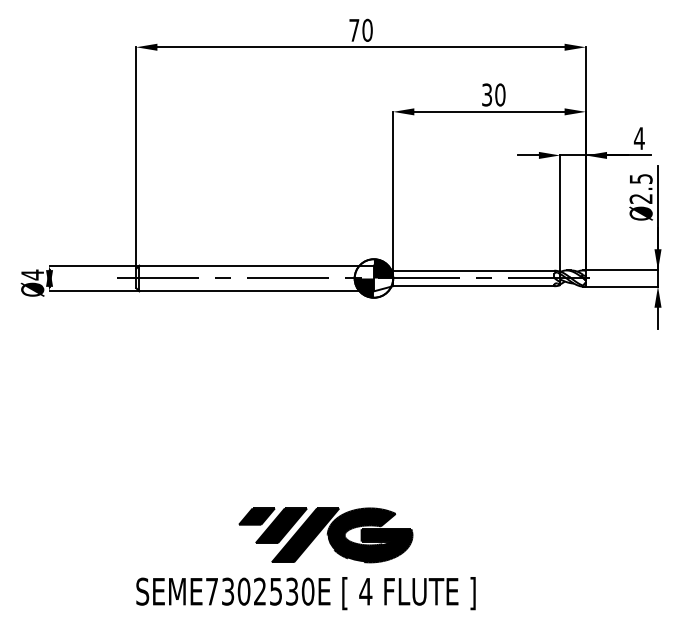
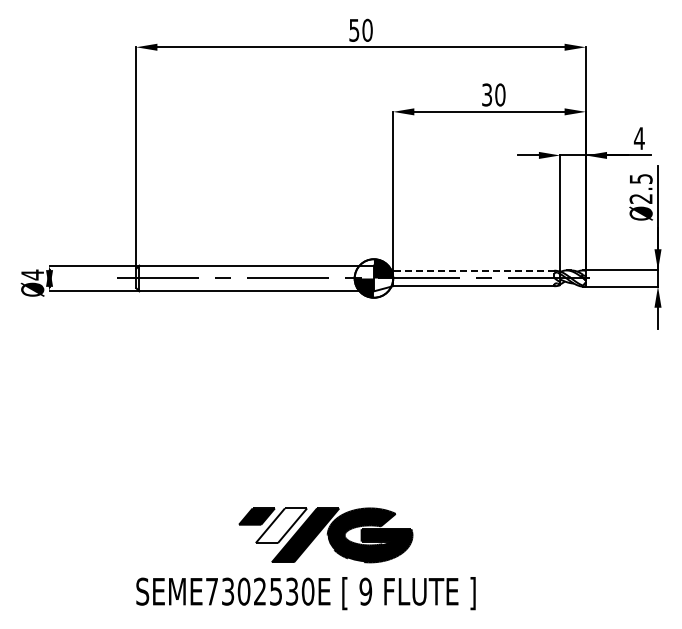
text at (354, 30): 70 -> 50
line at (474, 270): solid -> dashed
fill at (281, 525): present -> none
text at (365, 591): 4 -> 9
